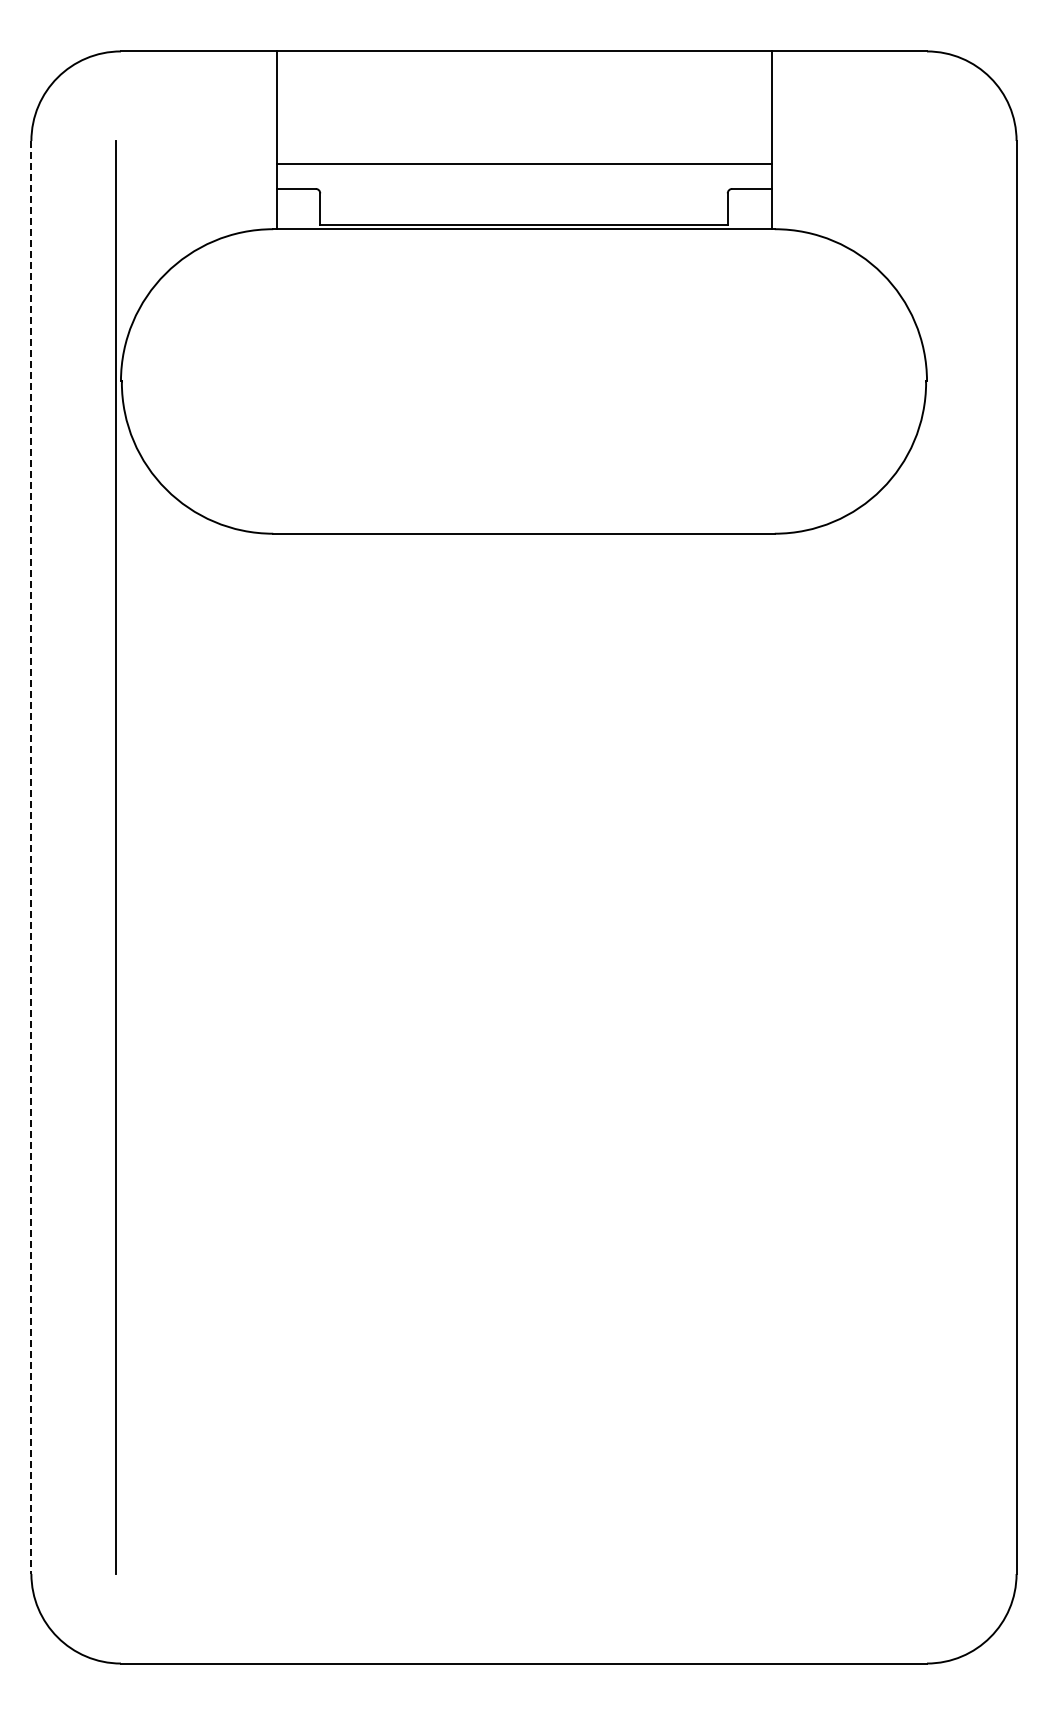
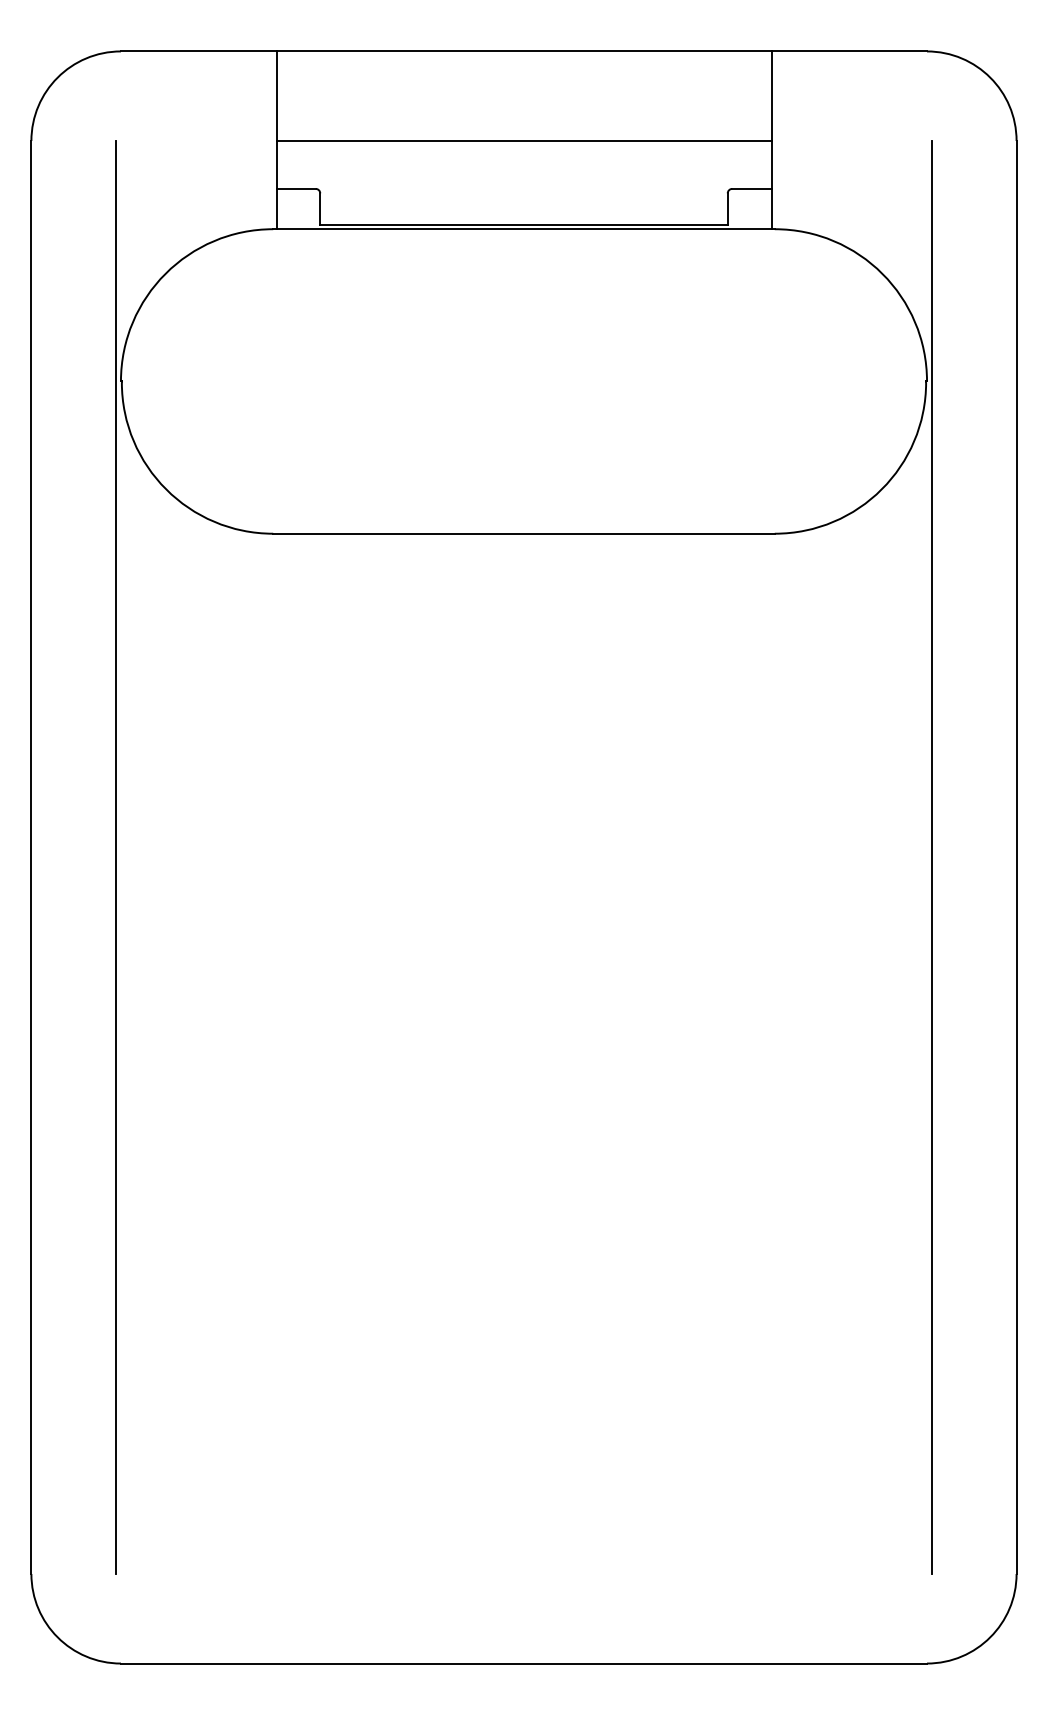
line at (524, 164) position: (524, 164) -> (524, 141)
line at (31, 857): dashed -> solid
line at (931, 857): none -> present
